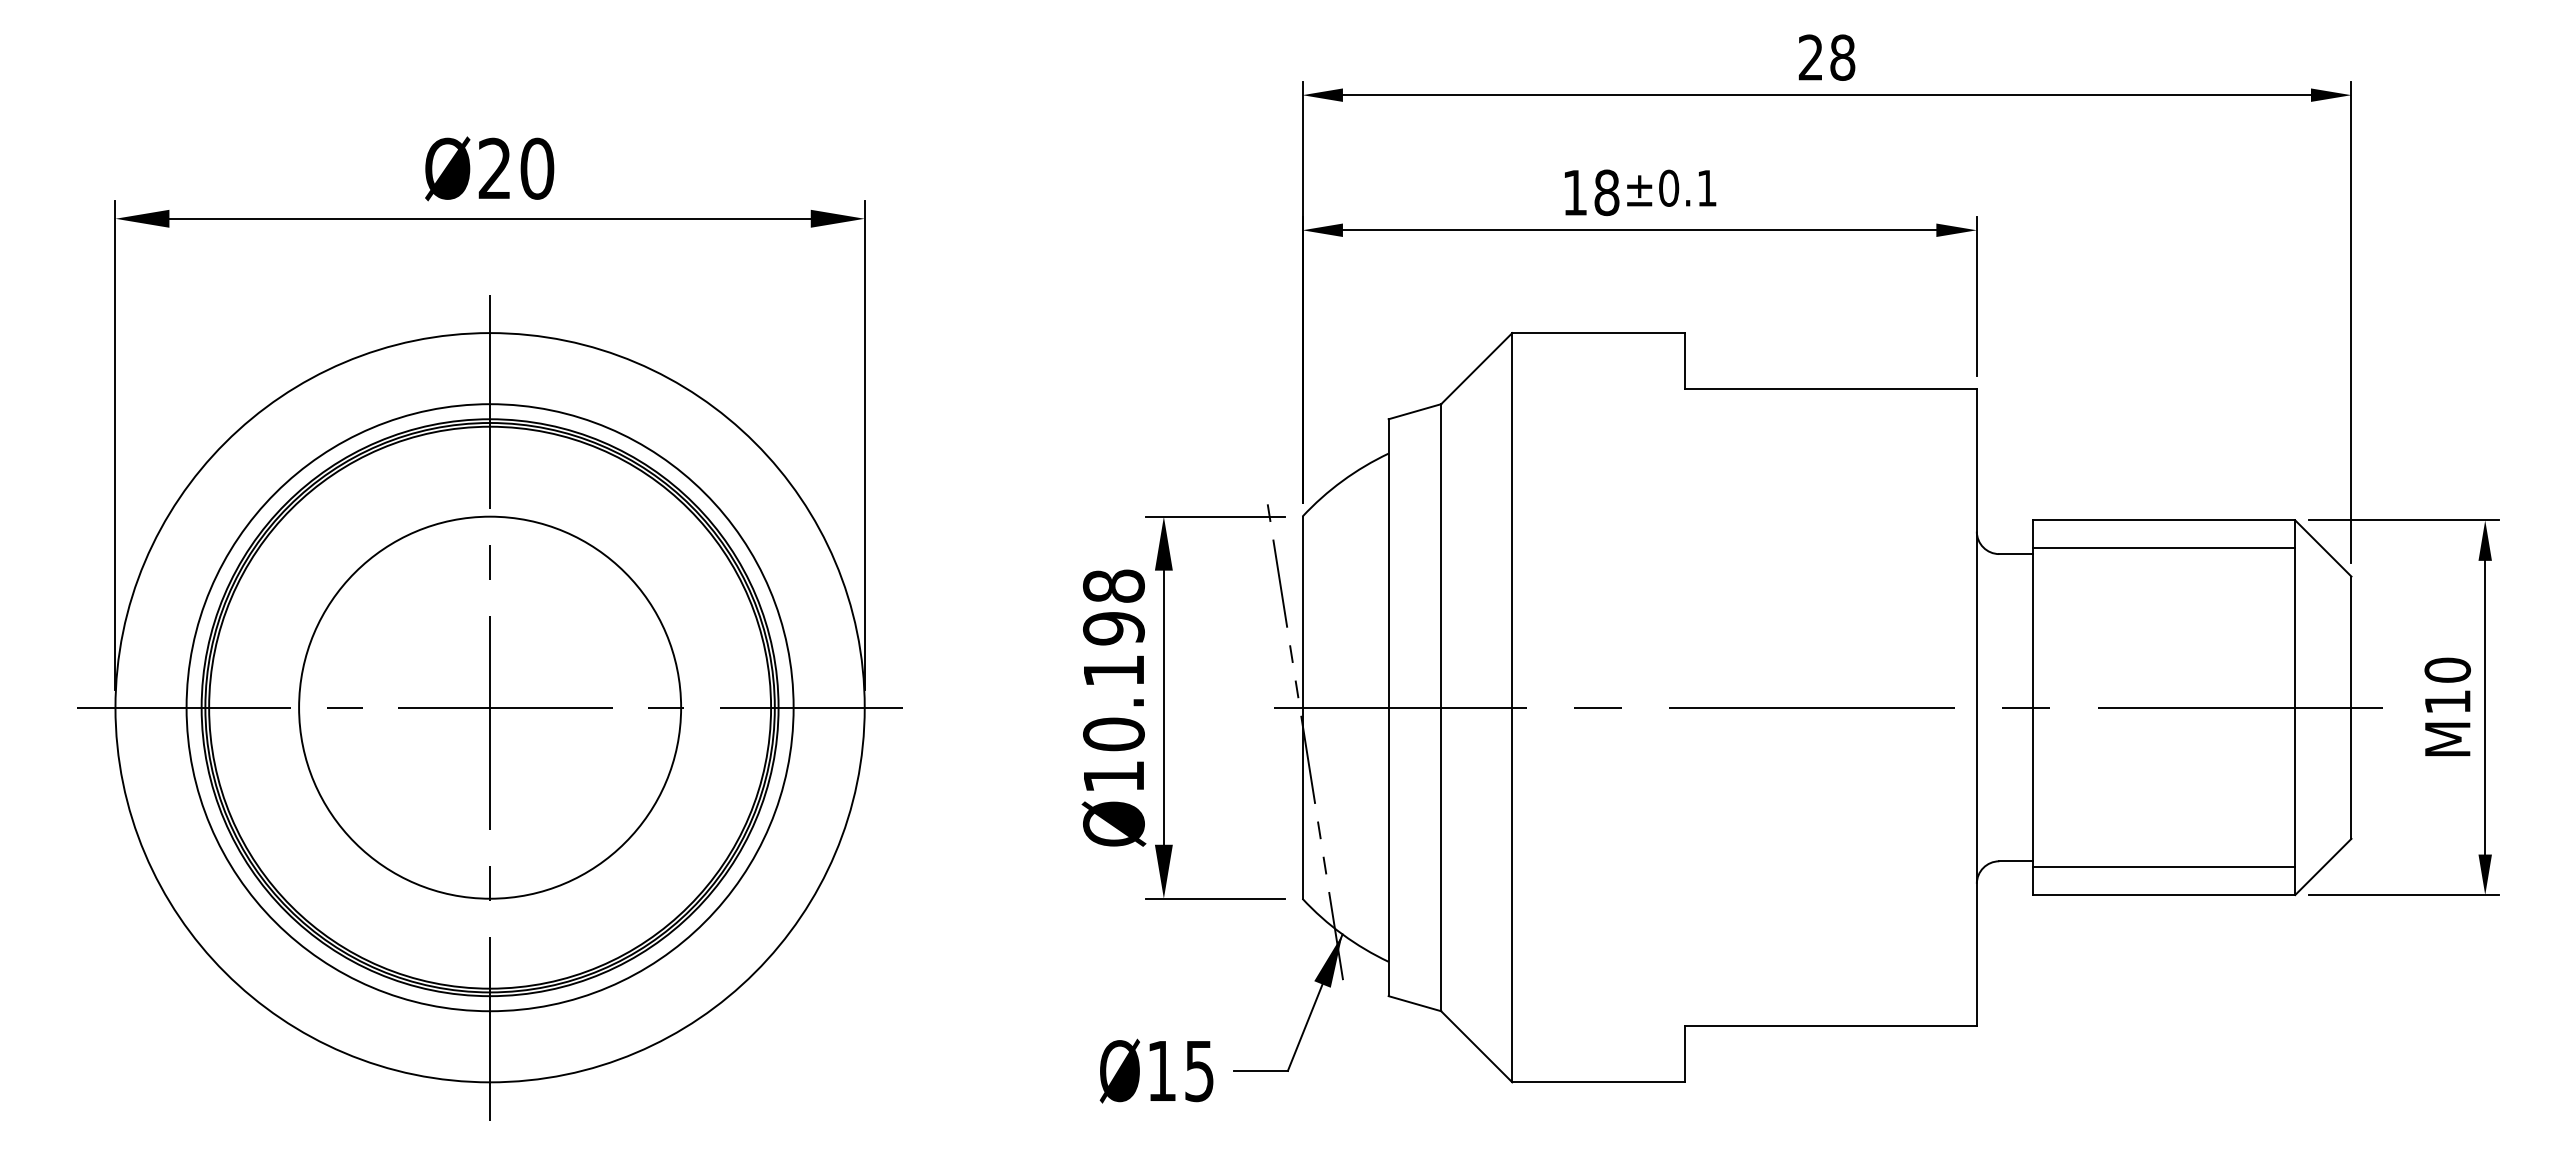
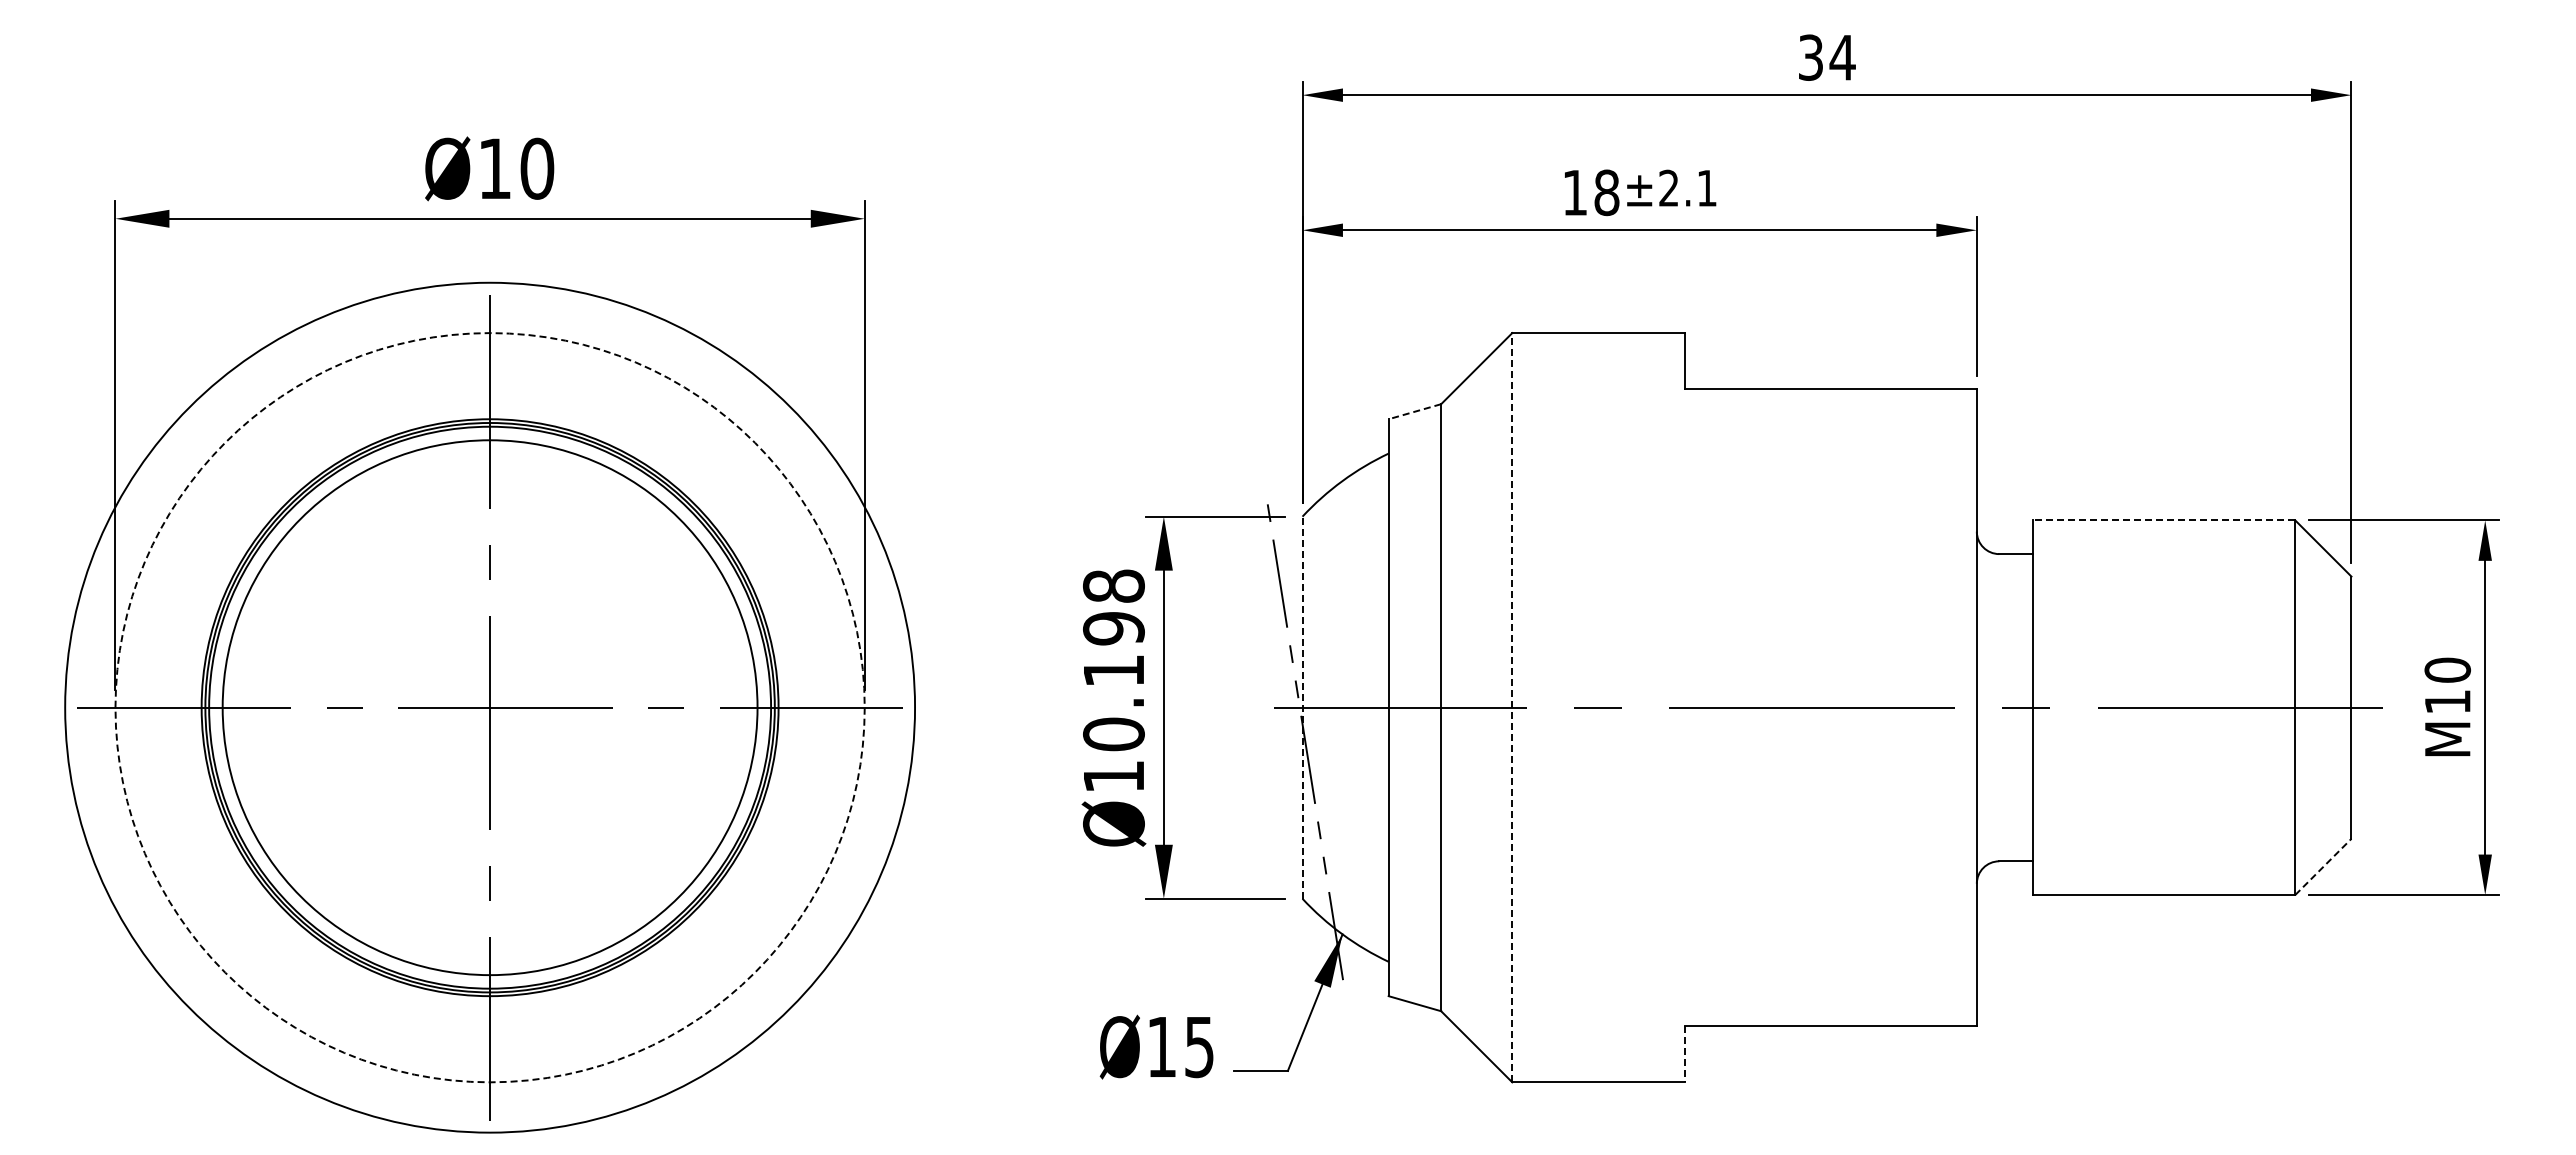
text at (1826, 57): 28 -> 34
text at (494, 167): Ø20 -> Ø10
text at (1669, 187): ±0.1 -> ±2.1
line at (1414, 411): solid -> dashed
line at (2163, 520): solid -> dashed
line at (2164, 548): present -> none
circle at (489, 707) diameter: 607 px -> 850 px
circle at (489, 707): solid -> dashed
circle at (490, 707) diameter: 382 px -> 535 px
line at (1302, 707): solid -> dashed
line at (1512, 707): solid -> dashed
line at (2164, 866): present -> none
line at (2323, 866): solid -> dashed
line at (1684, 1054): solid -> dashed
text at (1156, 1070) position: (1156, 1070) -> (1156, 1046)
